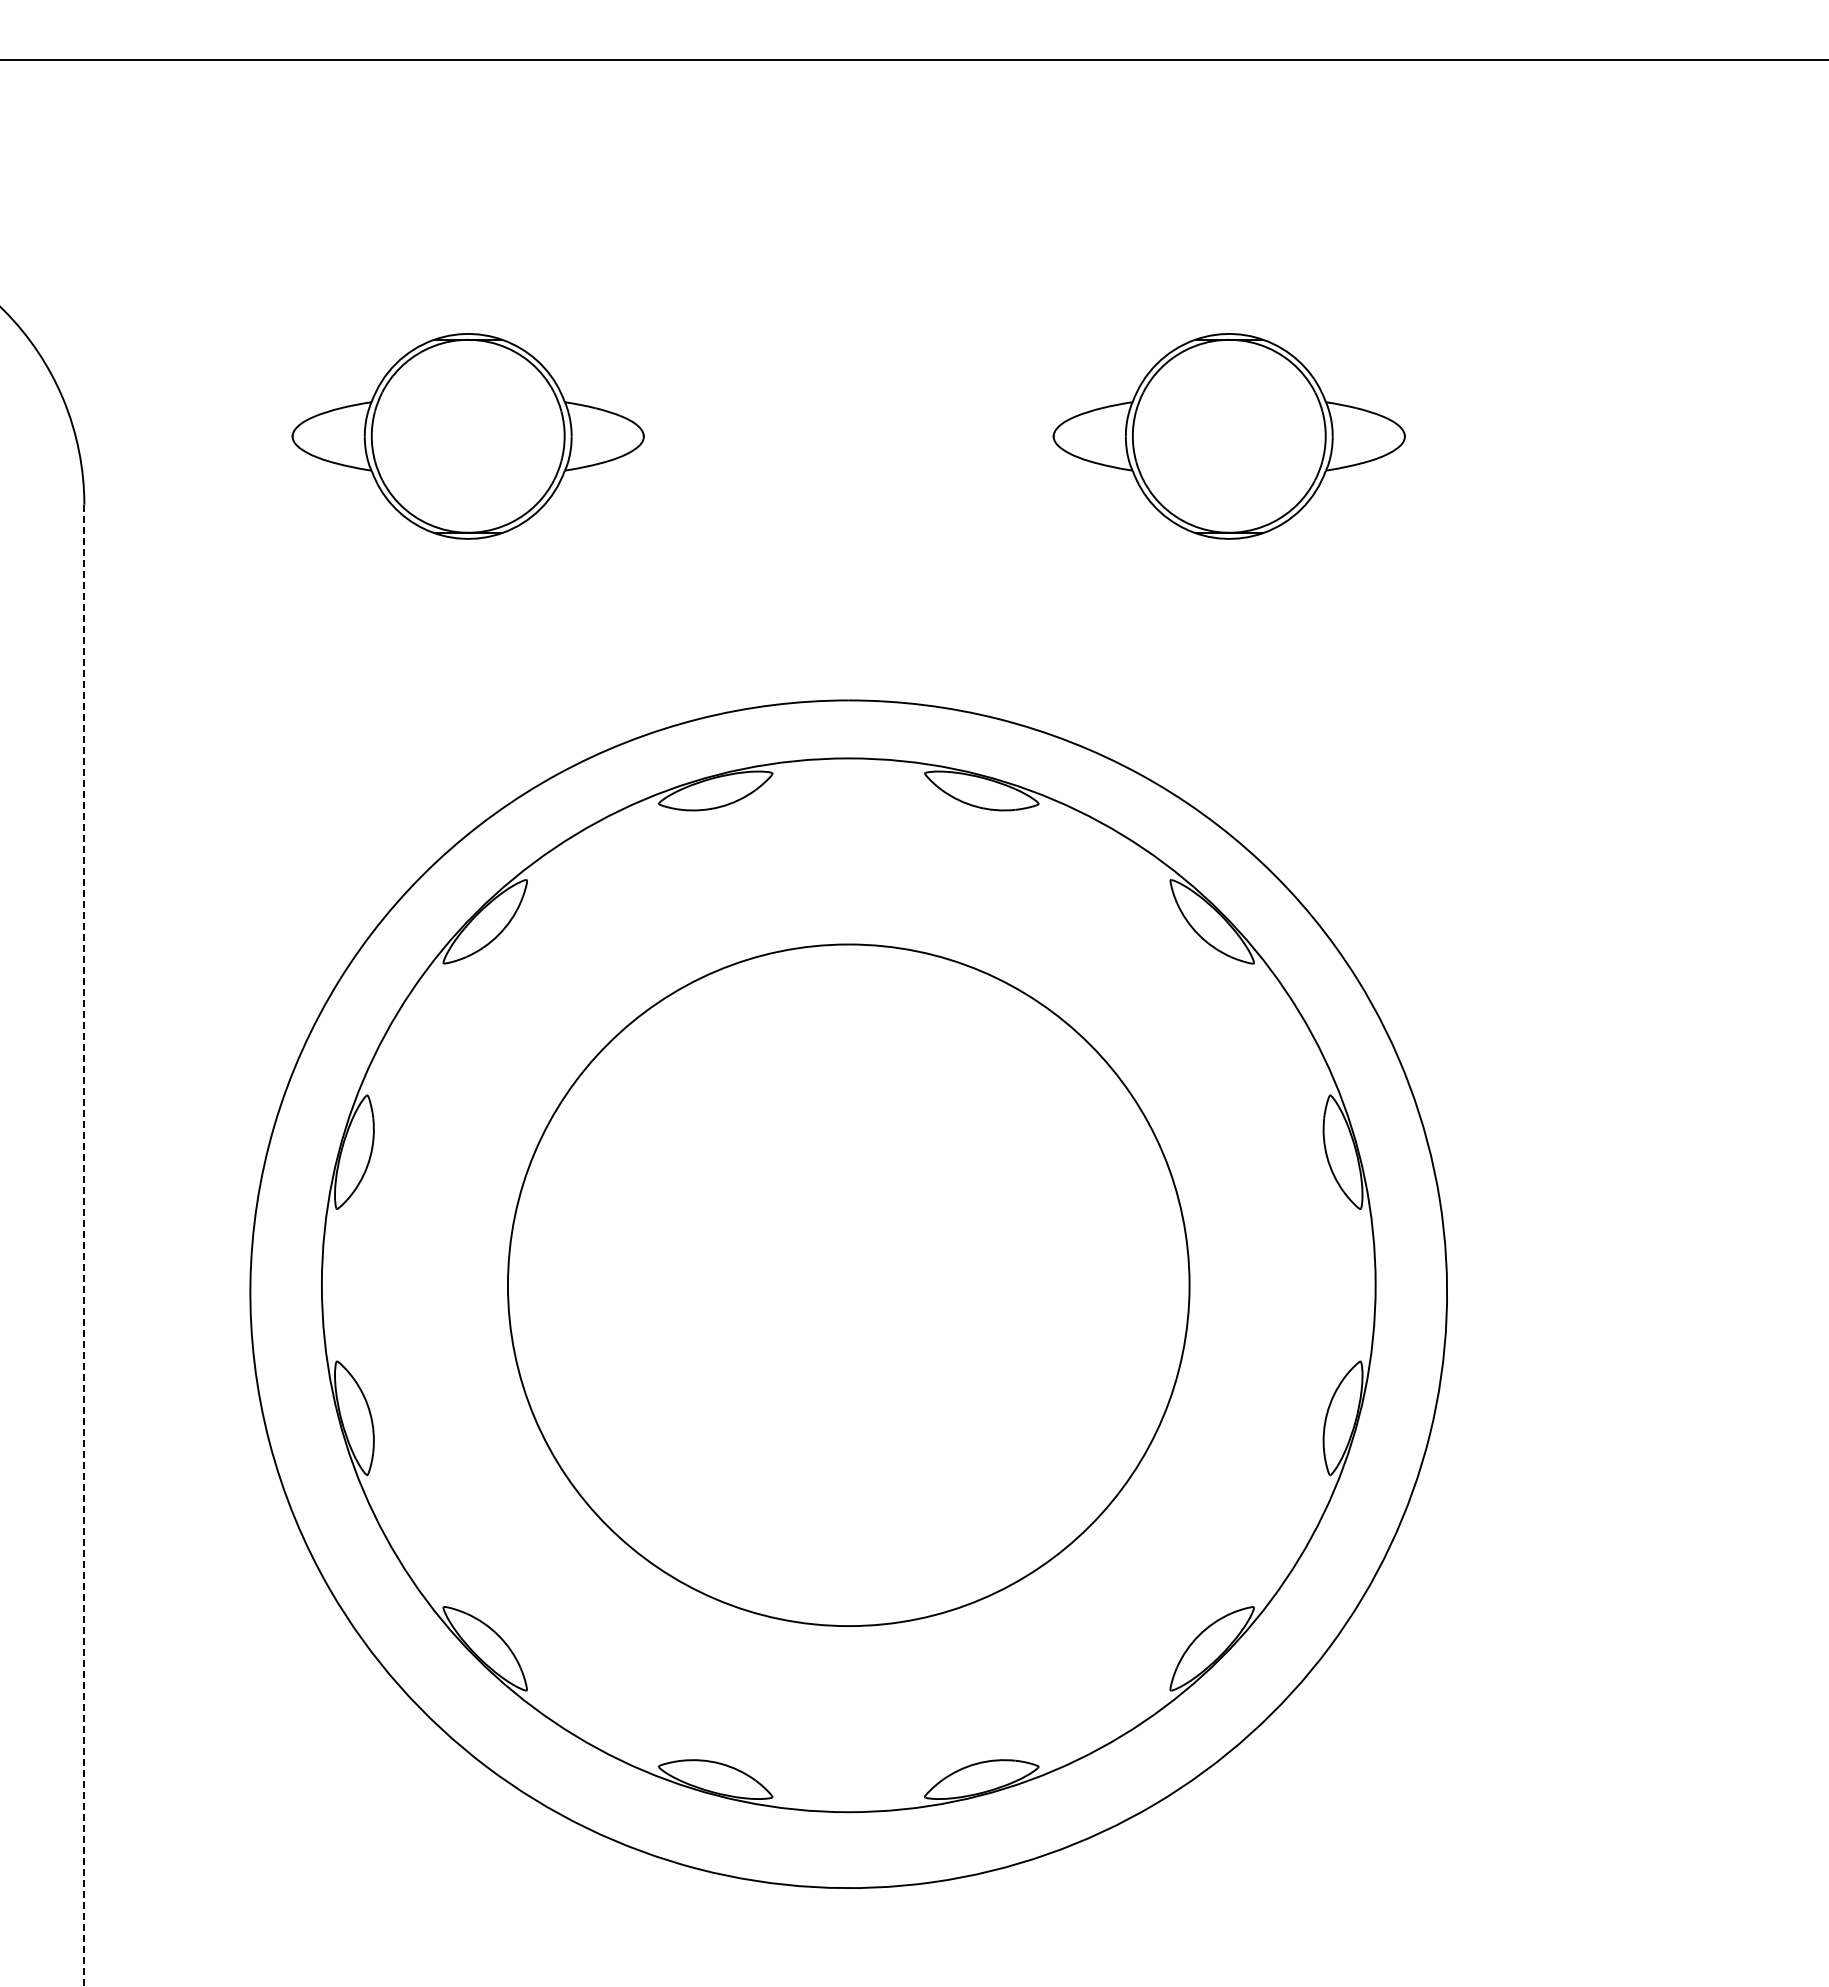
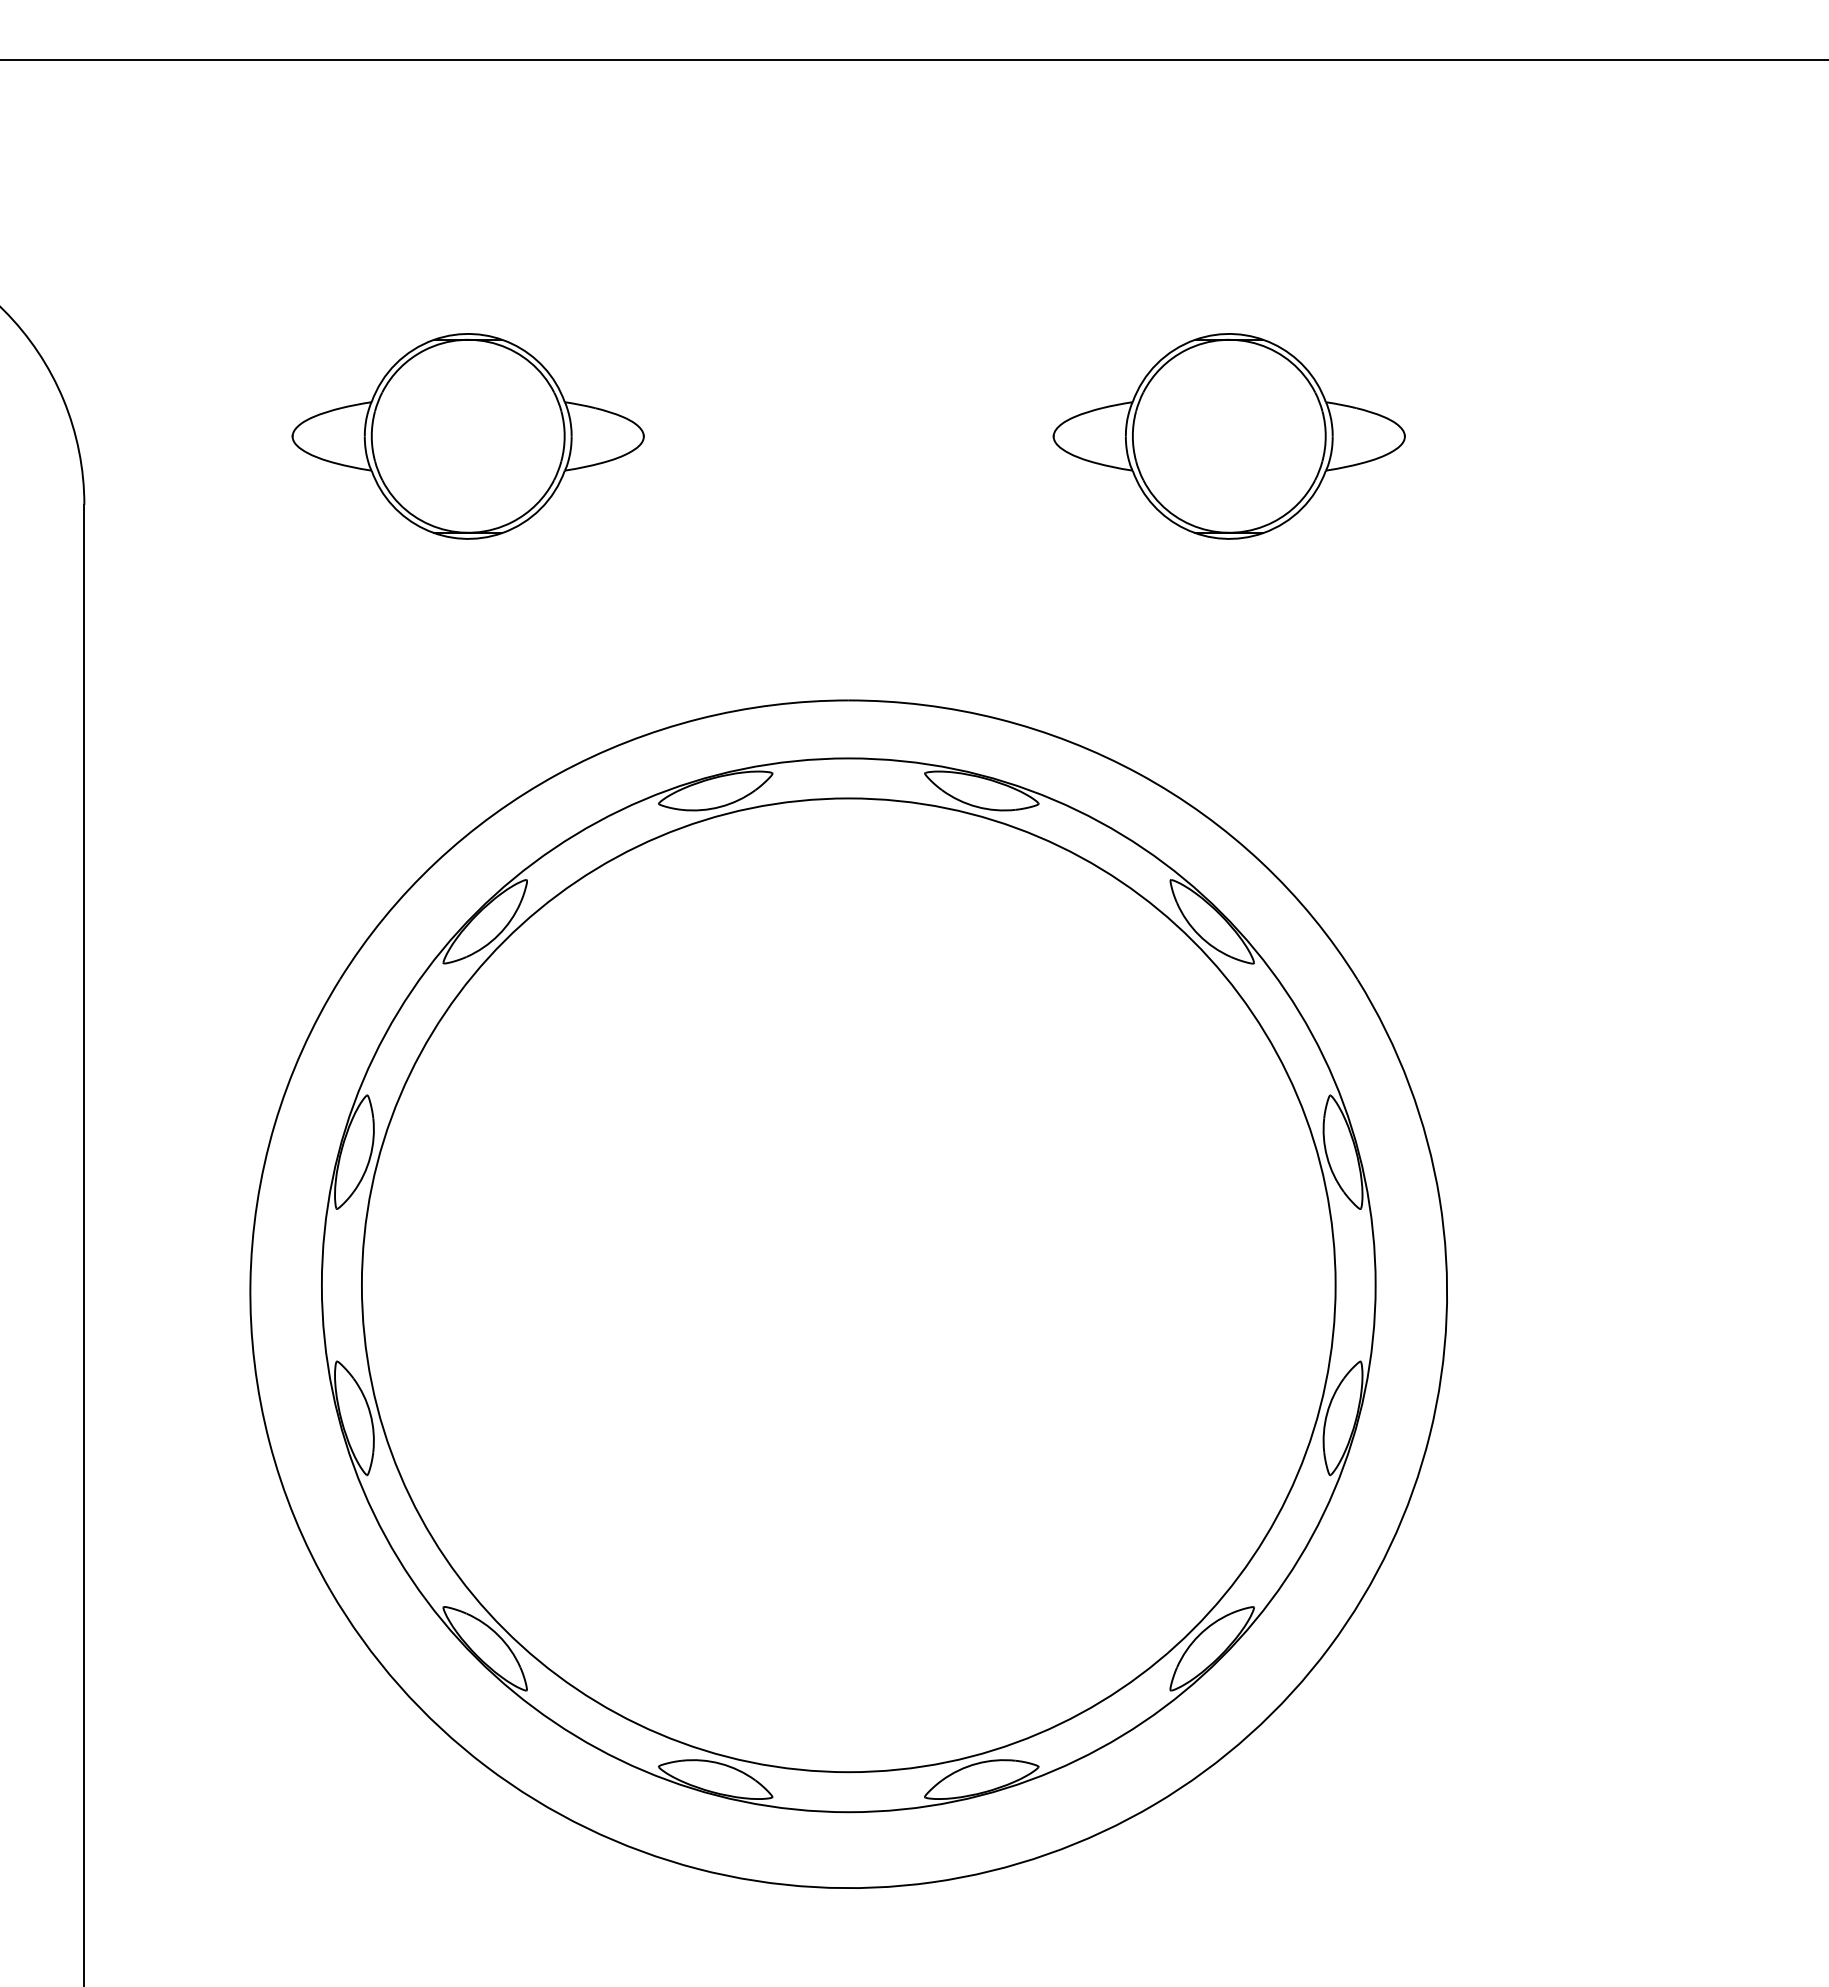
line at (84, 1245): dashed -> solid
circle at (848, 1285) diameter: 682 px -> 974 px
